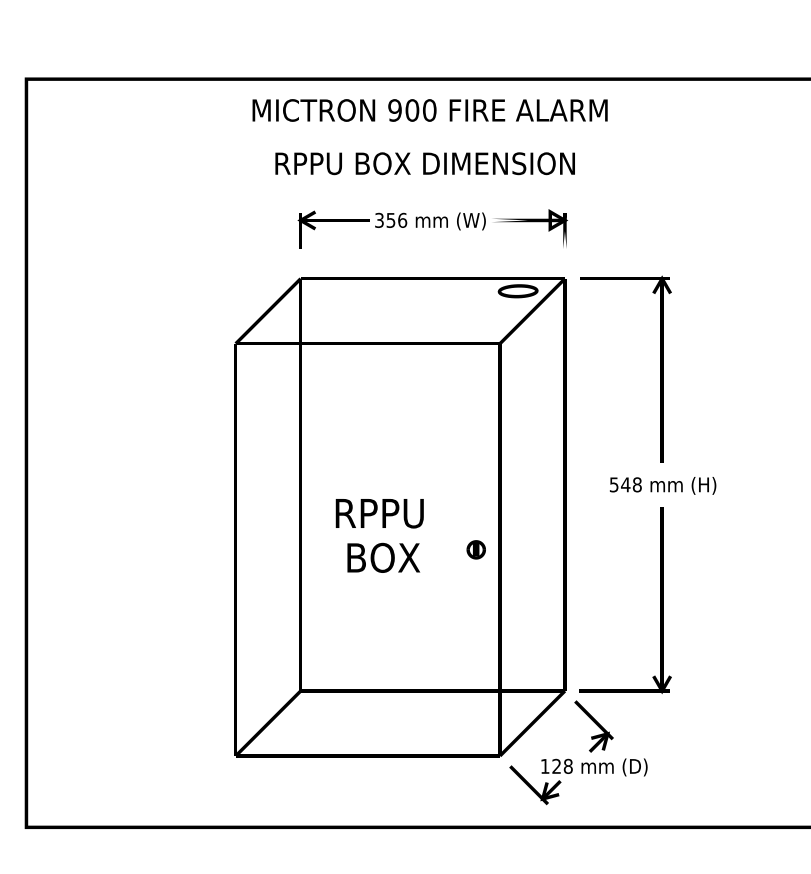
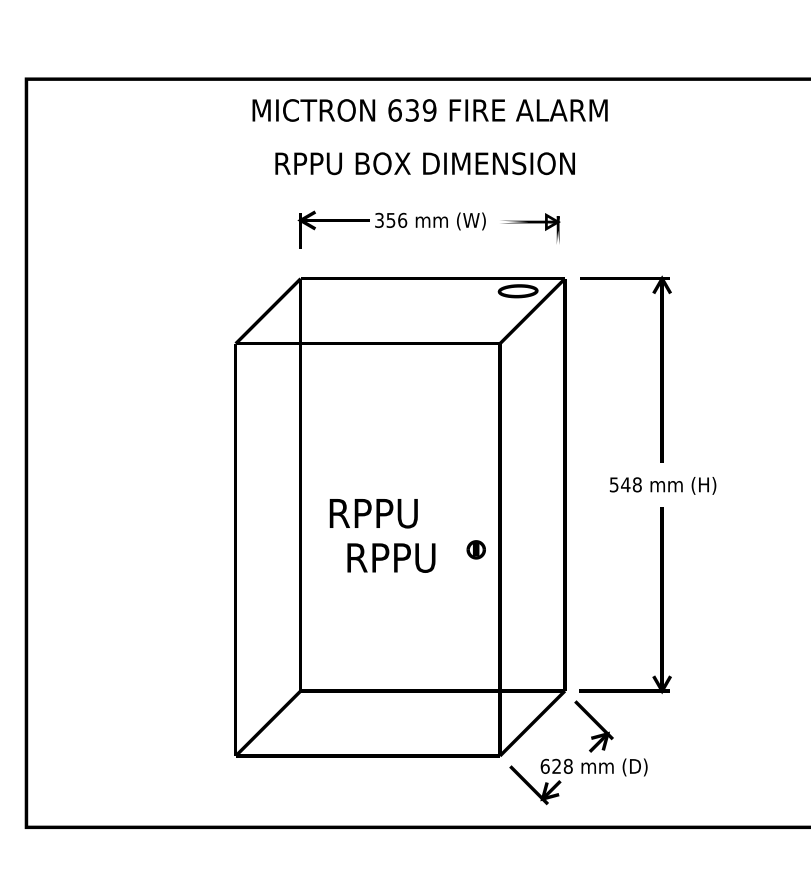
text at (412, 110): 900 -> 639
part at (530, 228) size: 74x39 px -> 59x31 px
text at (379, 513) position: (379, 513) -> (373, 513)
text at (393, 557): BOX -> RPPU
text at (544, 765): 128 -> 628
